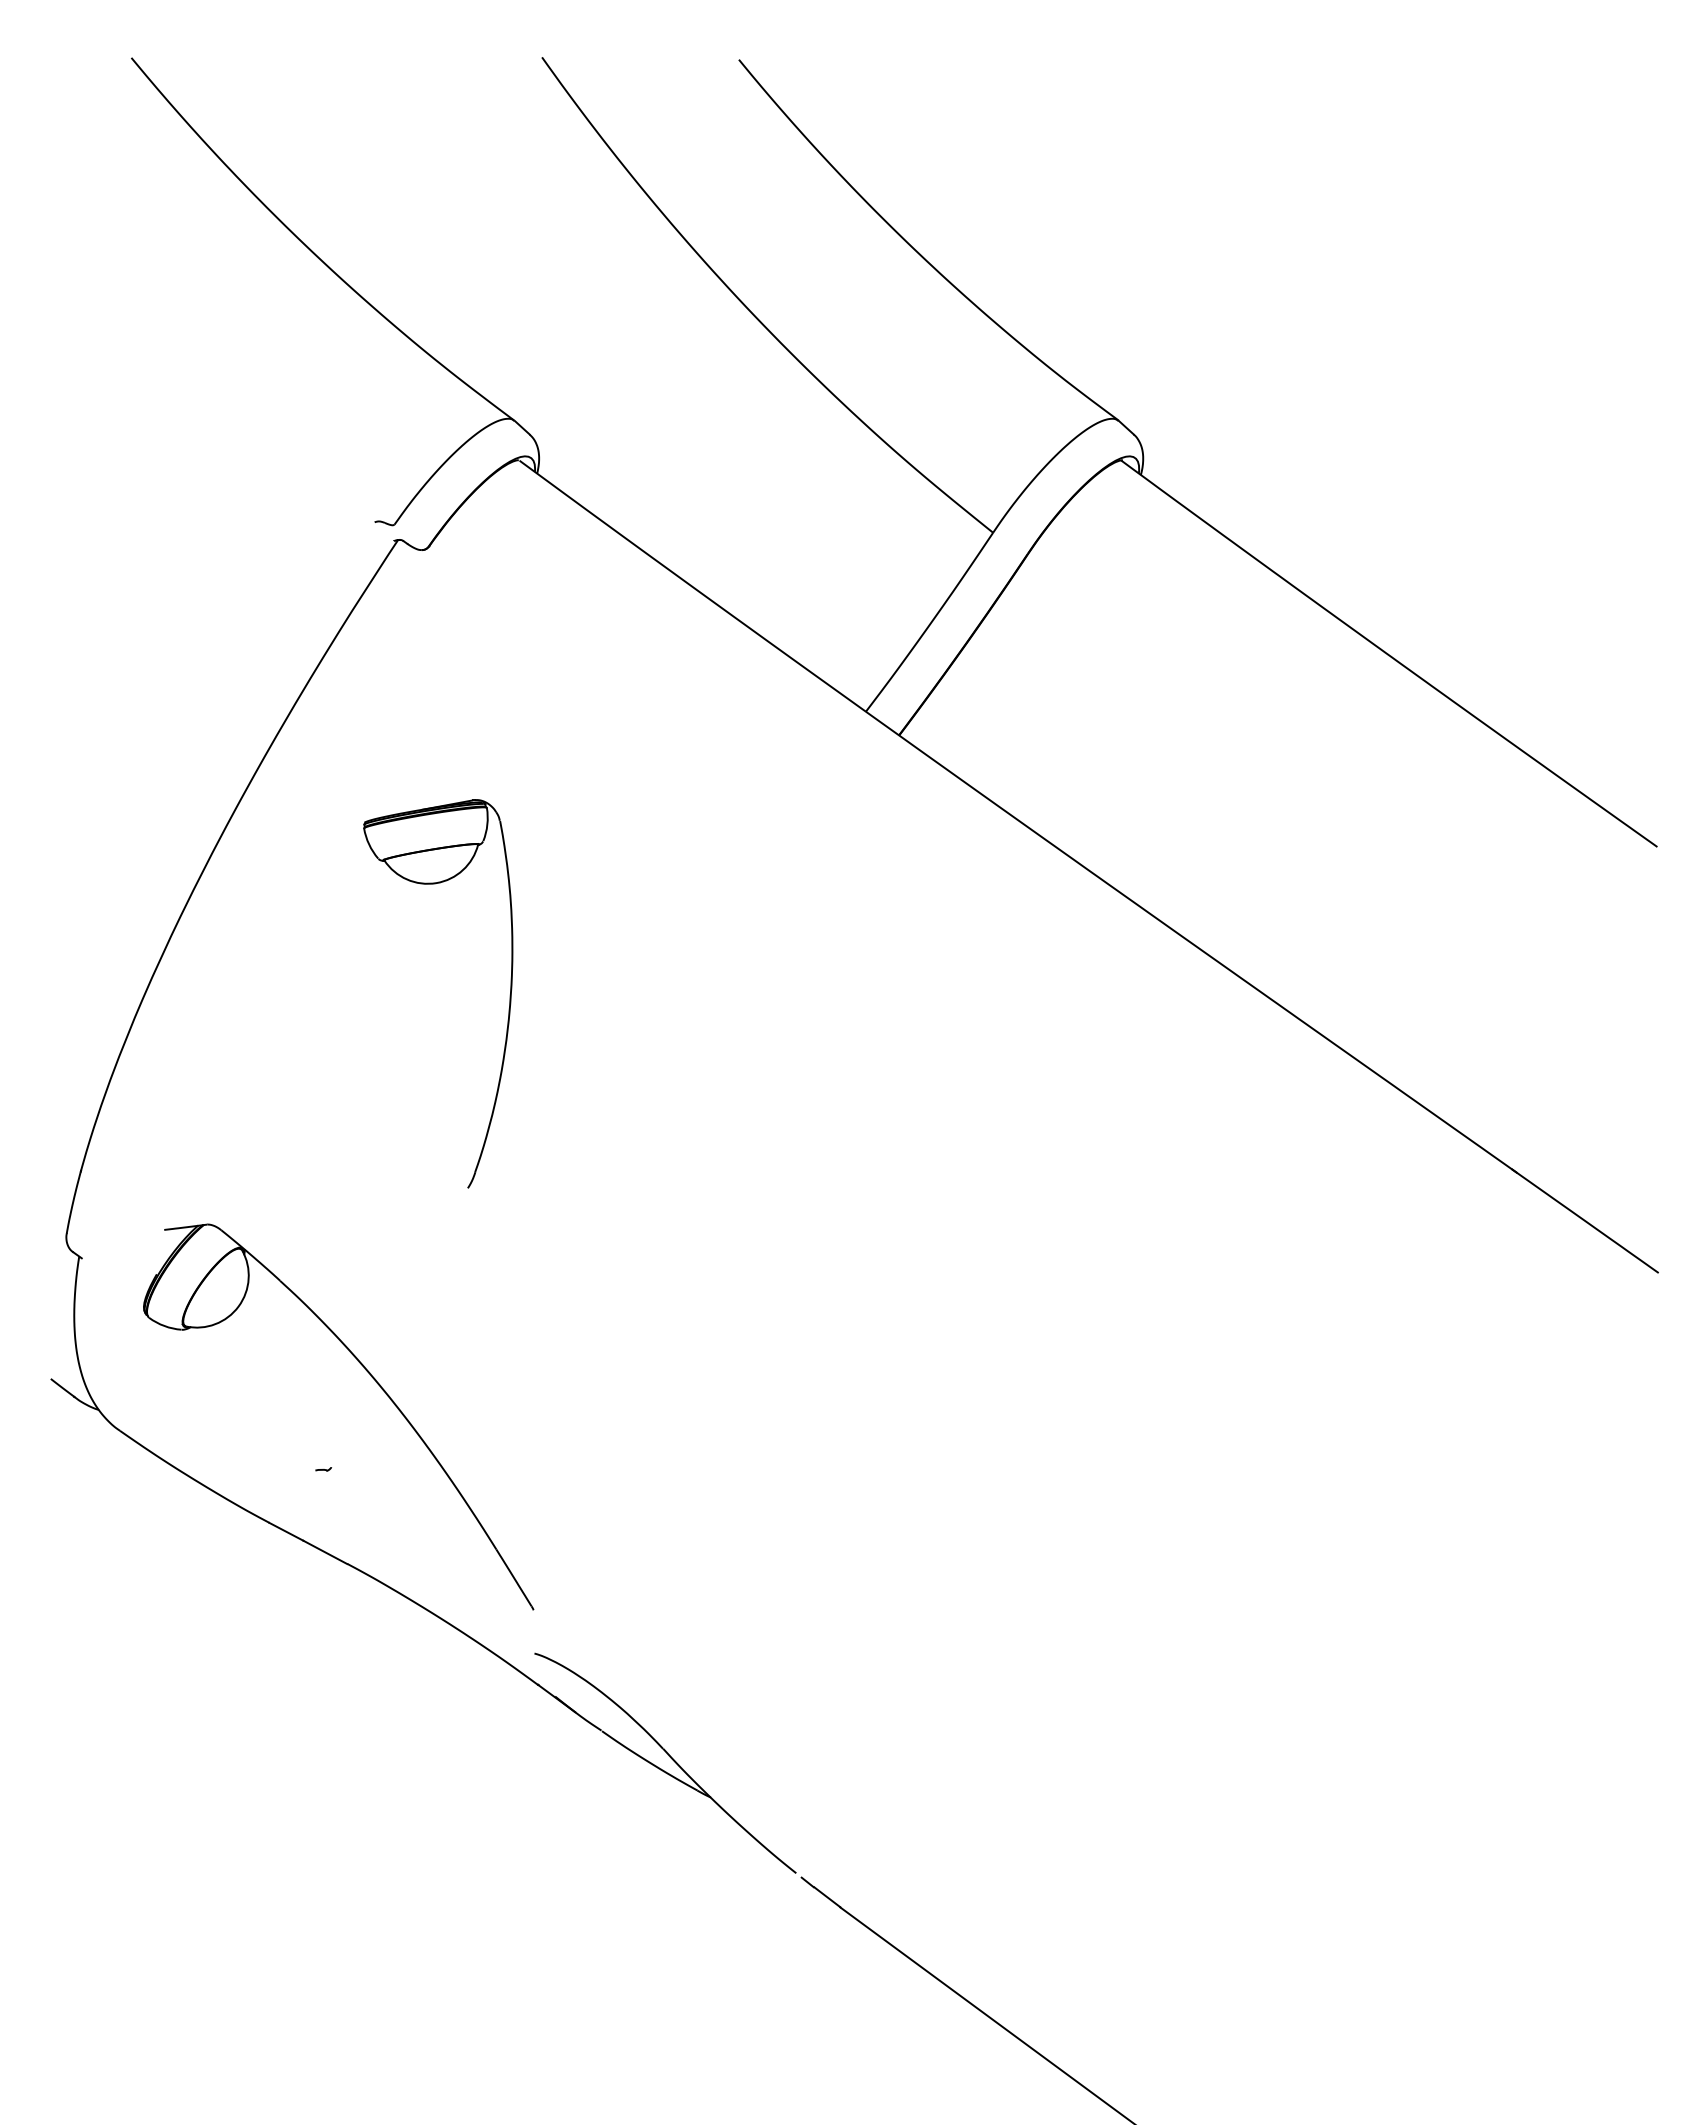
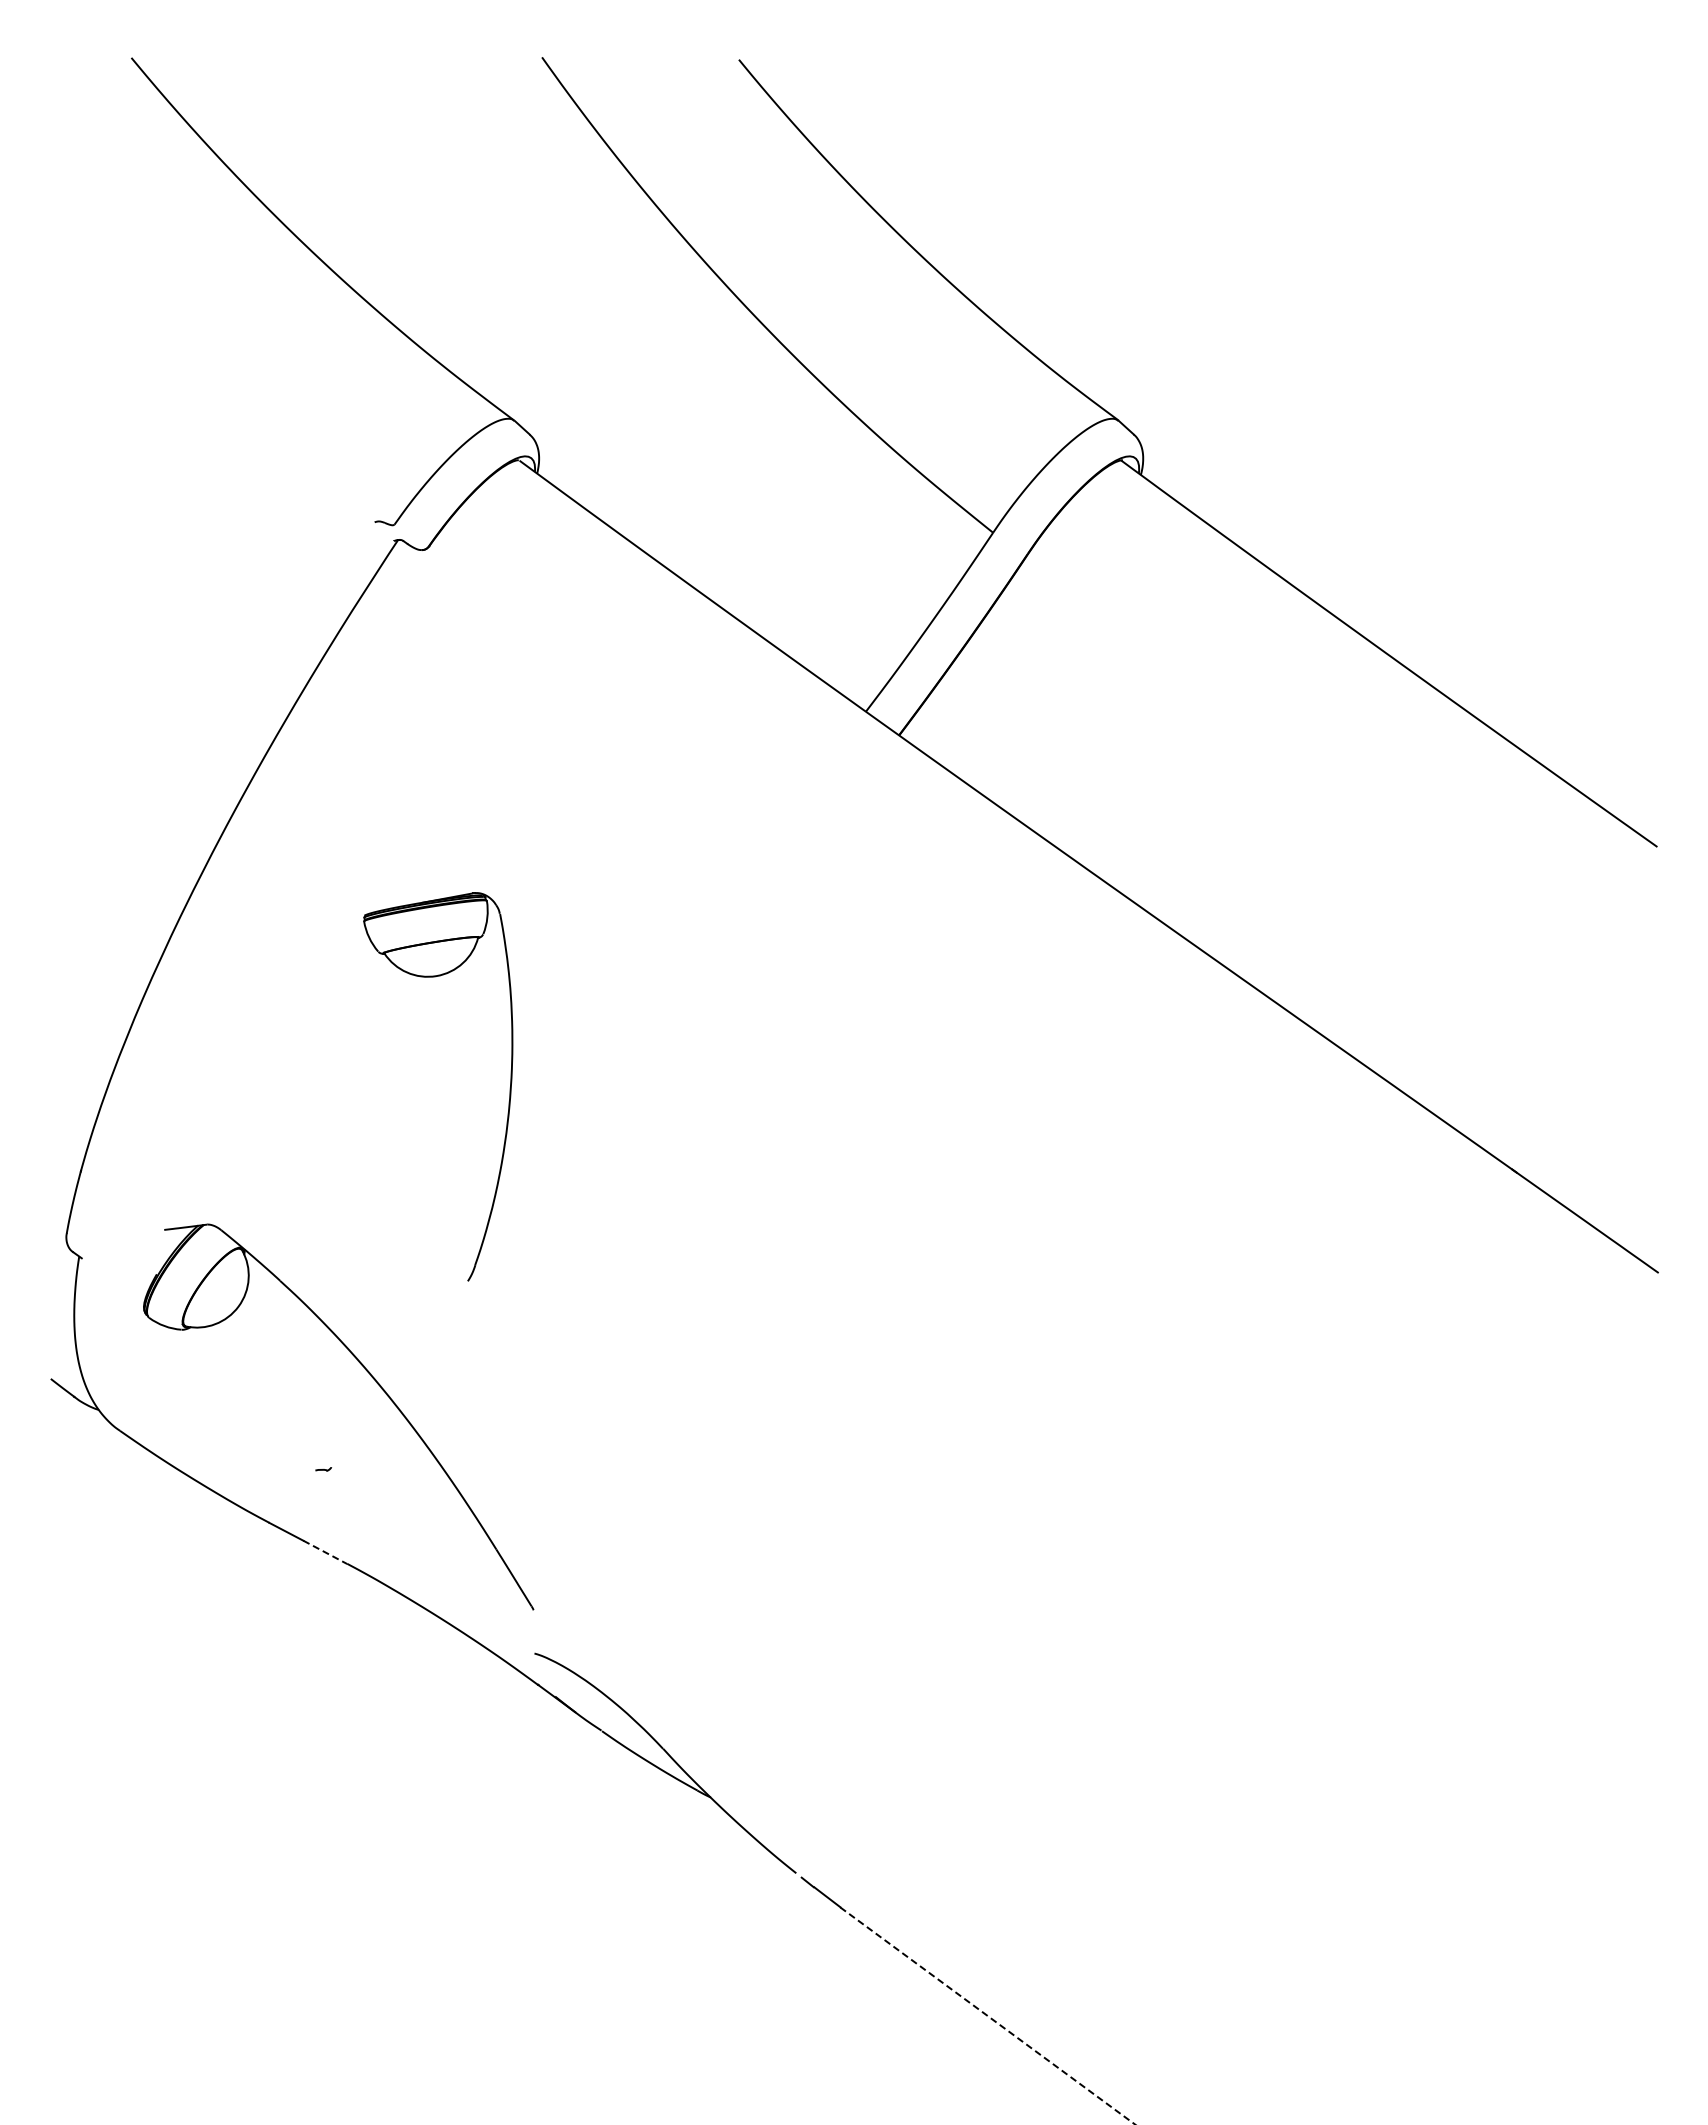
part at (509, 995) position: (509, 995) -> (509, 1088)
line at (325, 1552): solid -> dashed
line at (988, 2016): solid -> dashed
